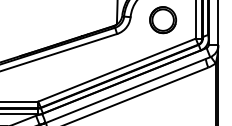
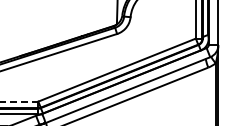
part at (162, 20): present -> none
line at (19, 101): solid -> dashed
